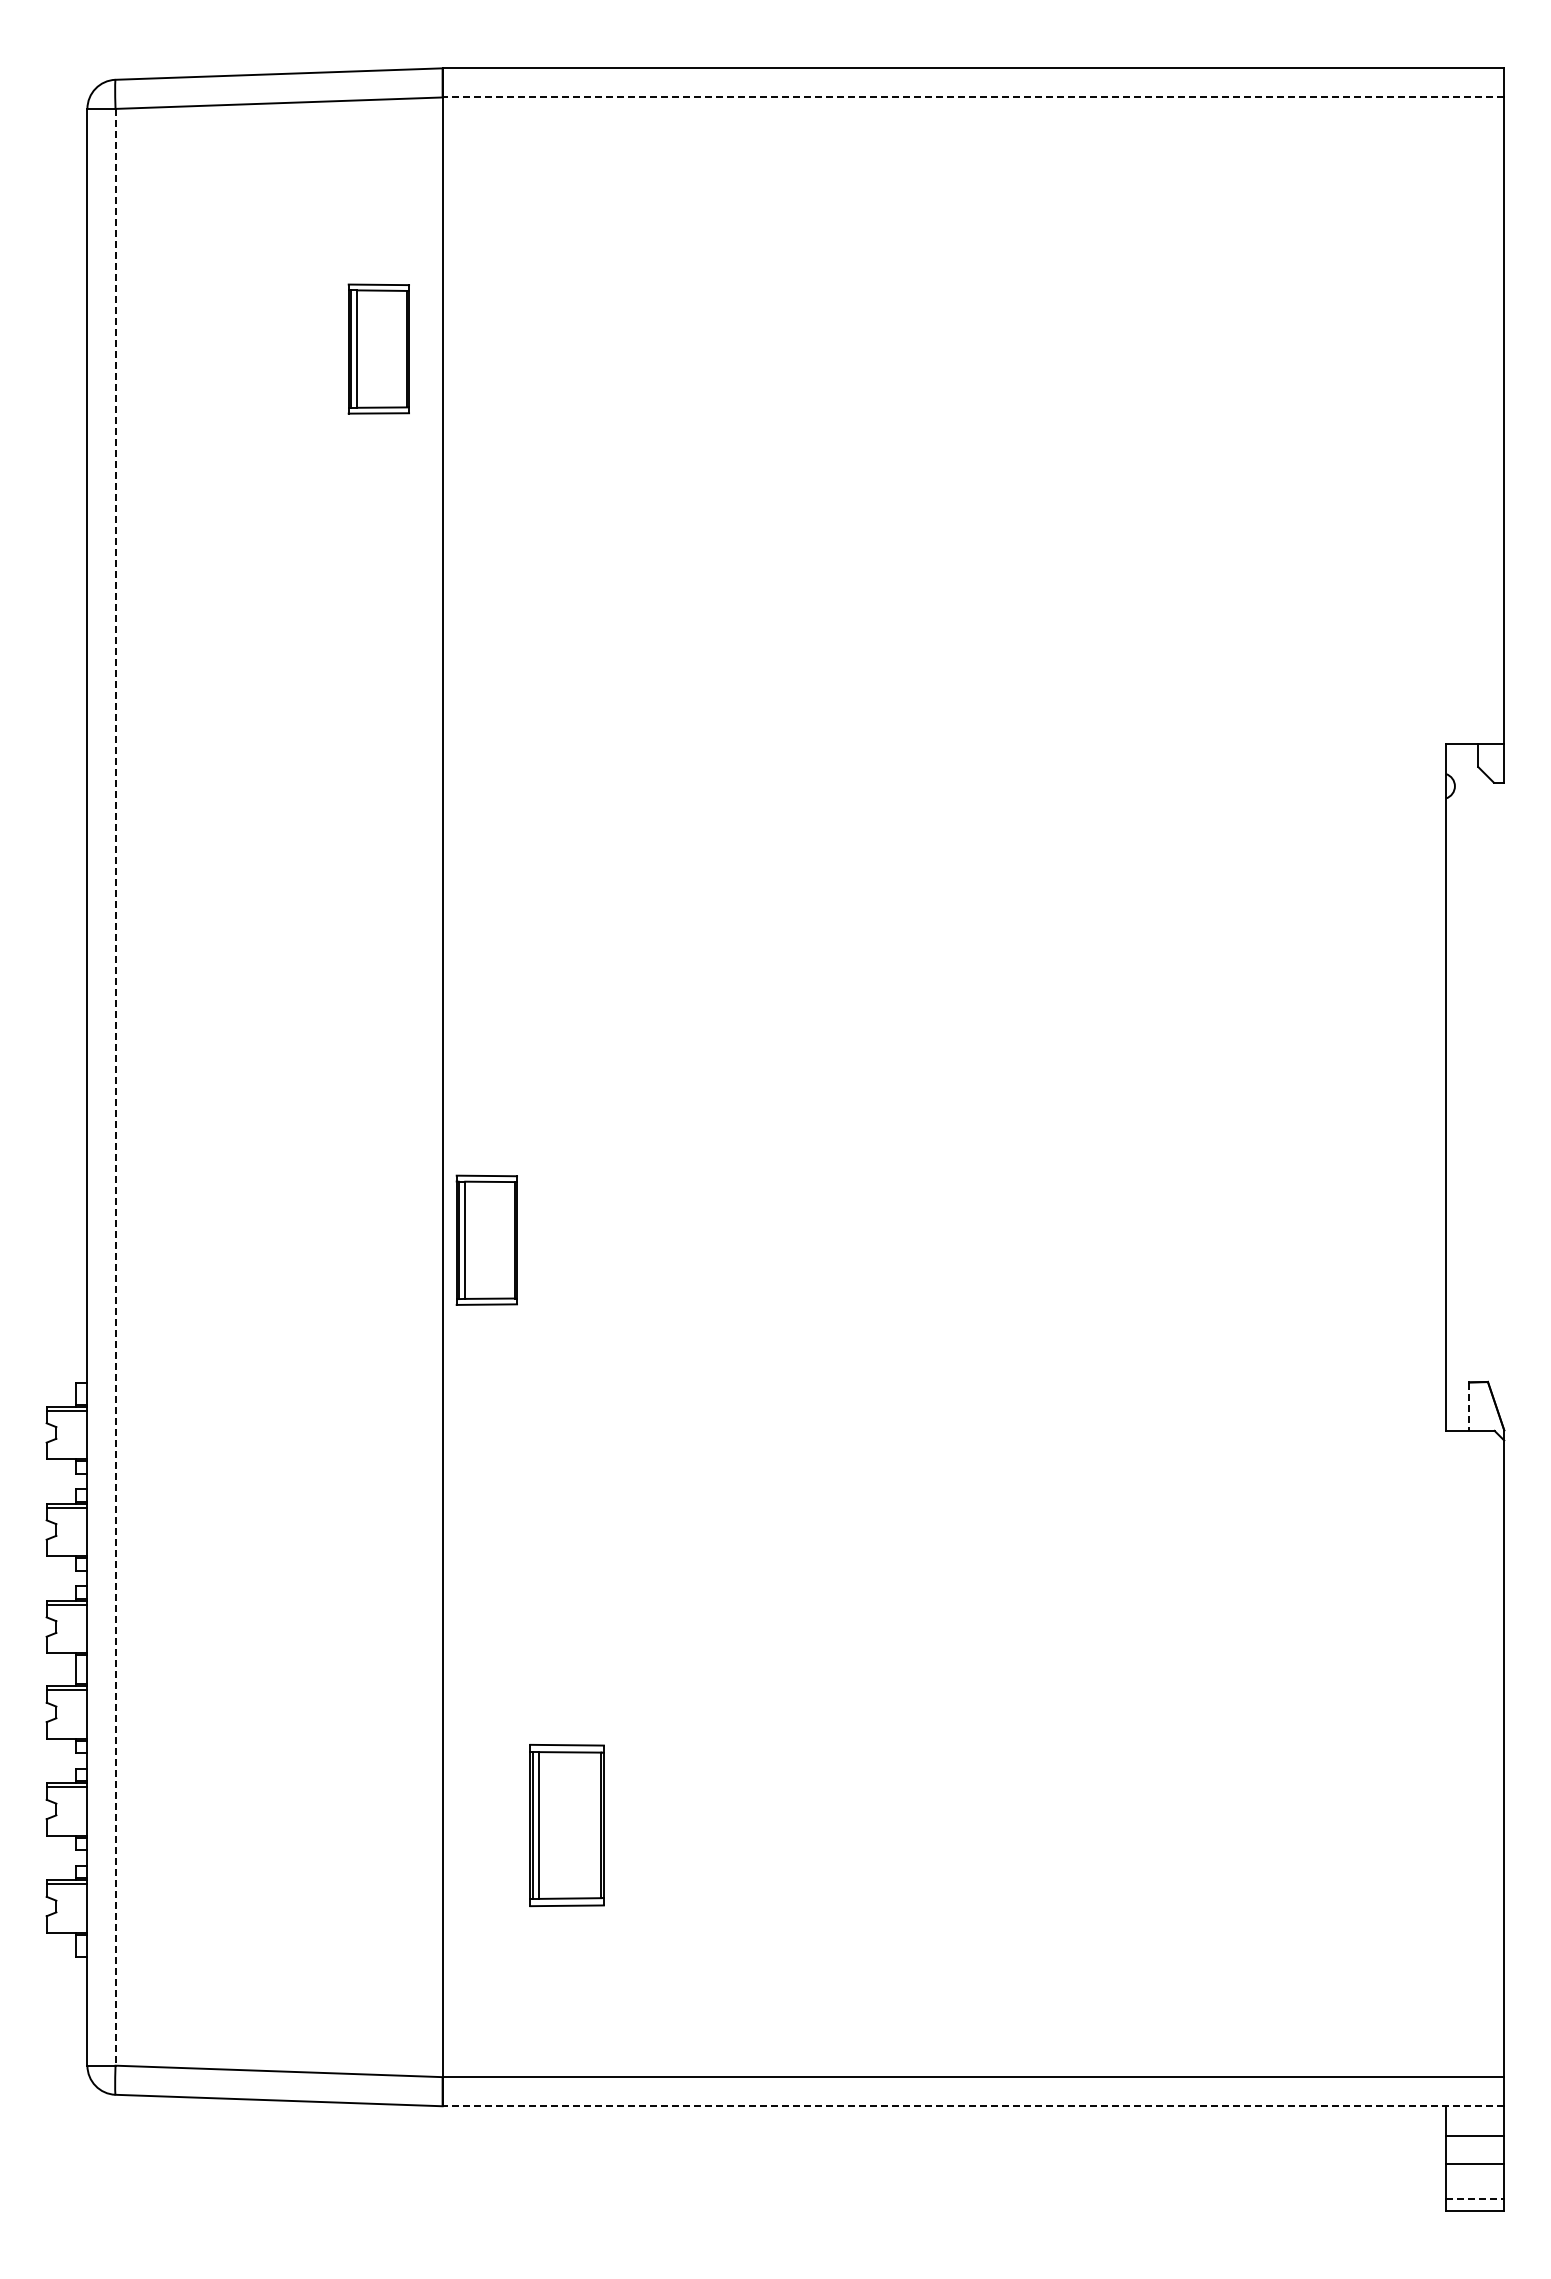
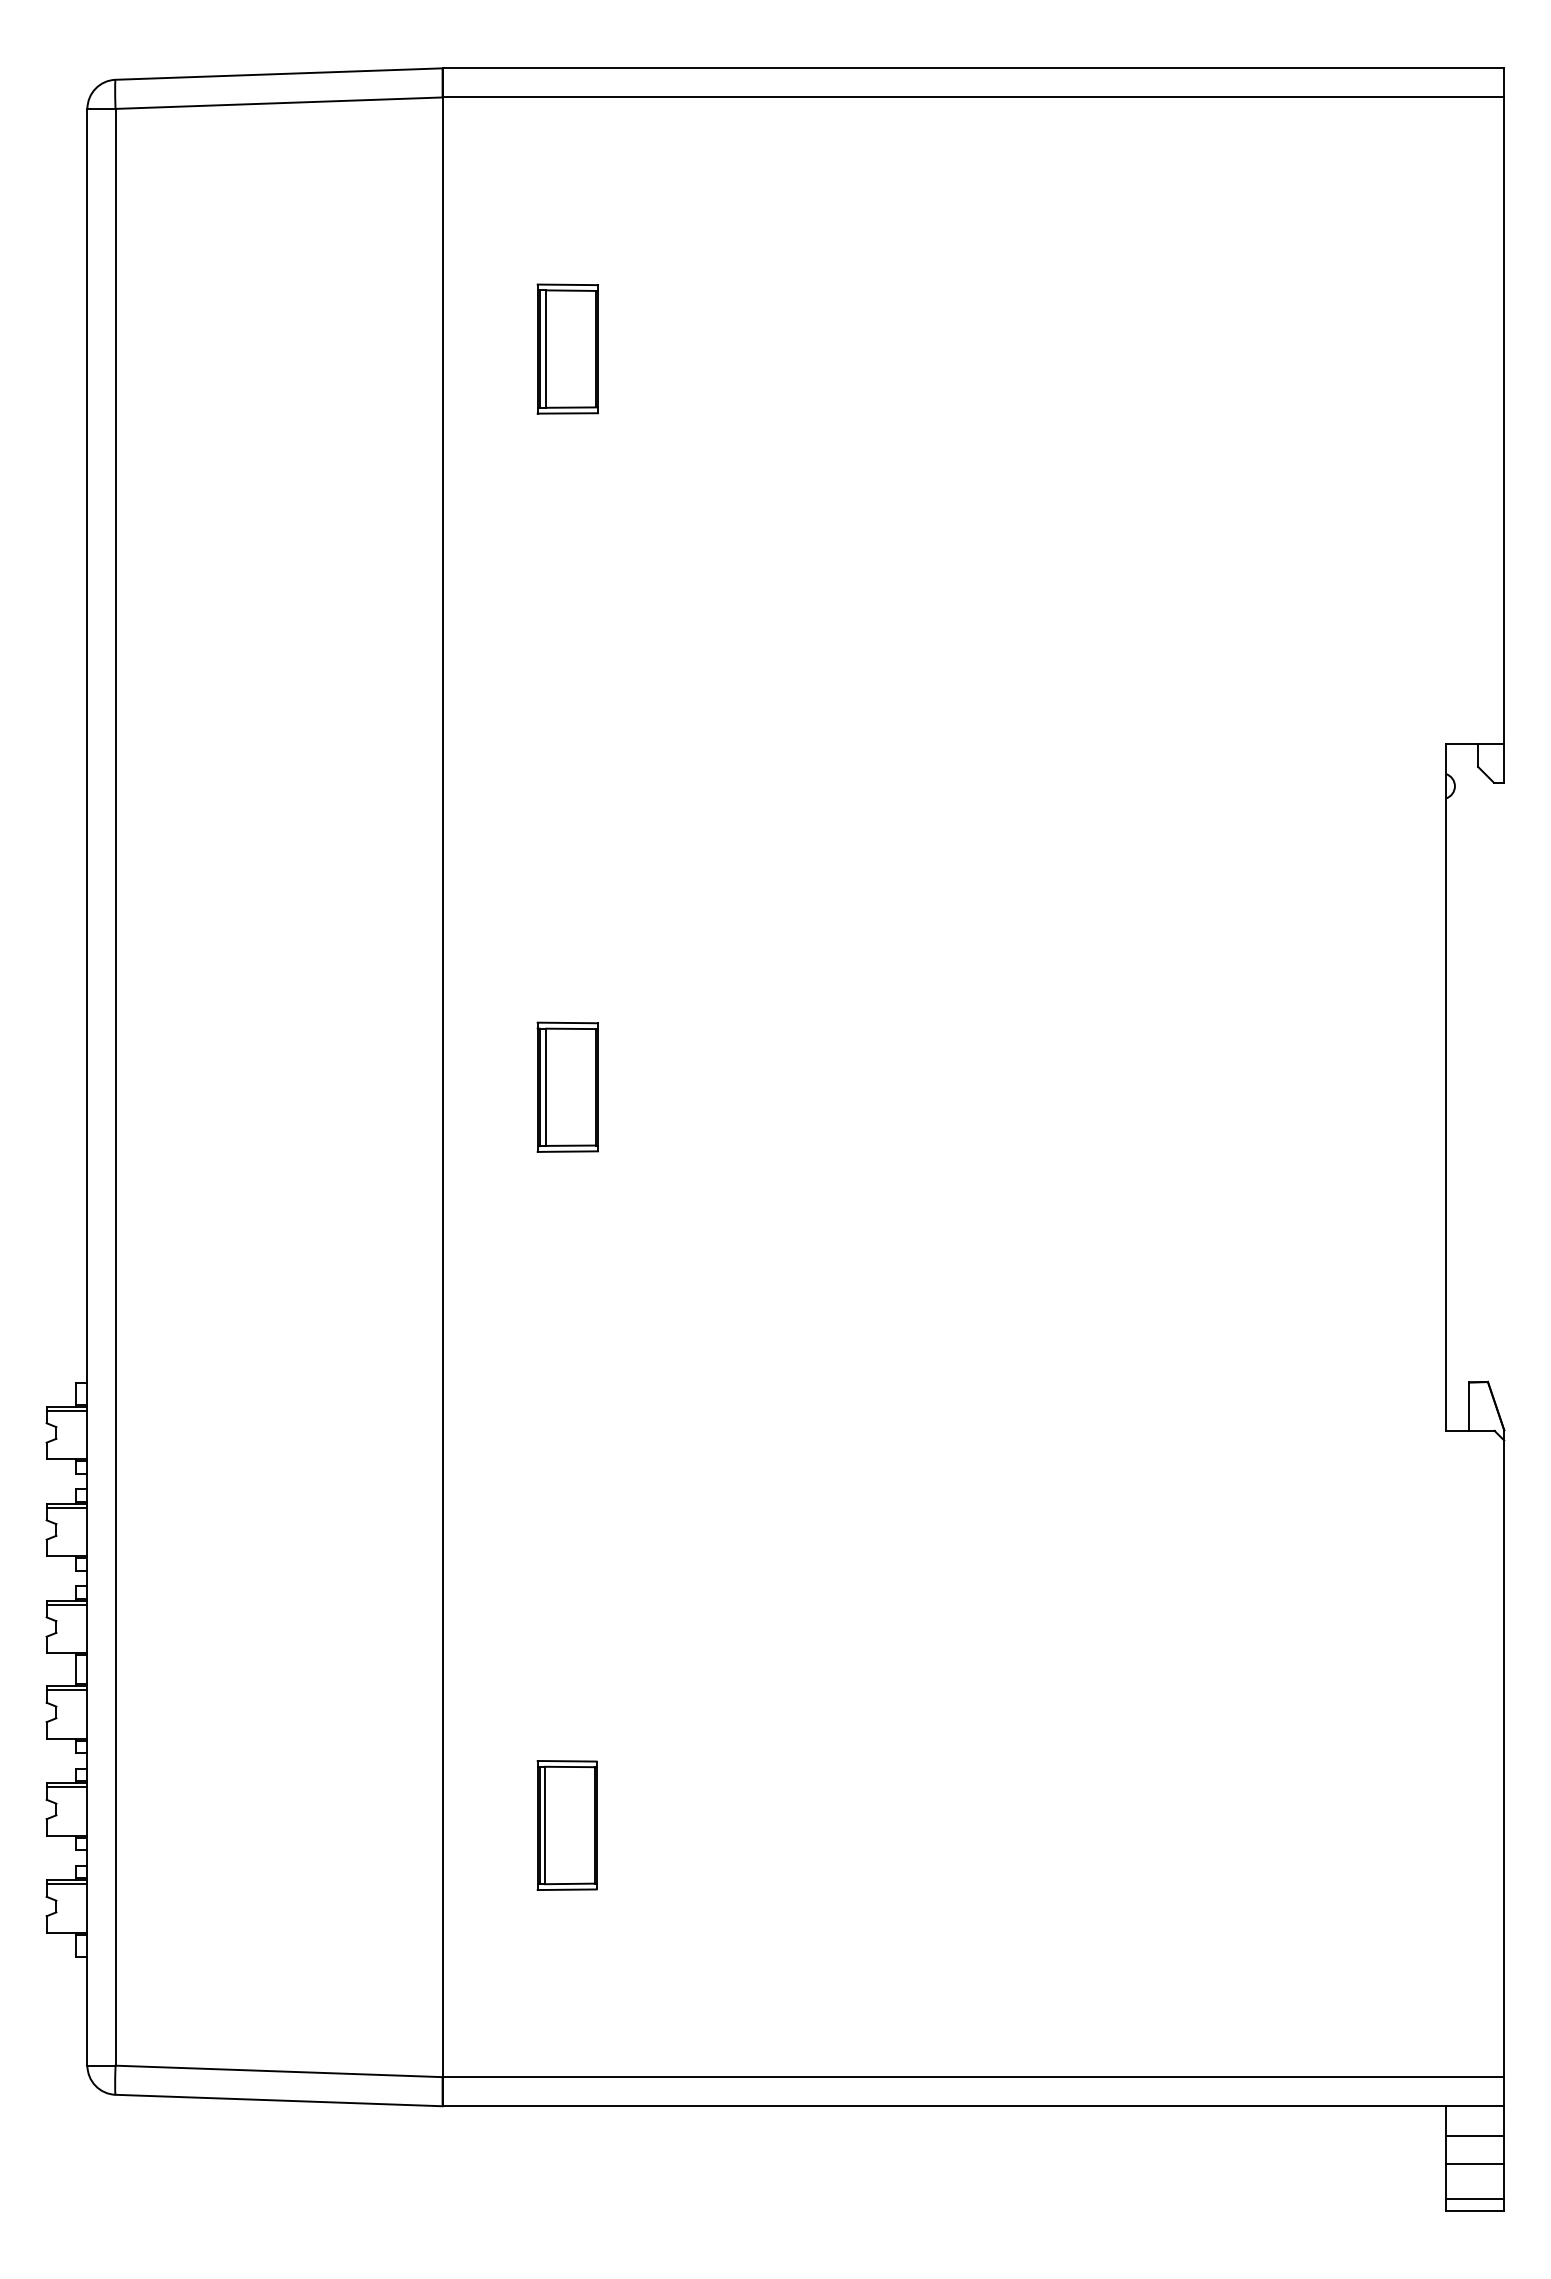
line at (973, 97): dashed -> solid
part at (378, 348) position: (378, 348) -> (567, 348)
line at (115, 1087): dashed -> solid
part at (486, 1239) position: (486, 1239) -> (567, 1086)
line at (1469, 1407): dashed -> solid
part at (566, 1825) size: 76x164 px -> 62x131 px
line at (973, 2106): dashed -> solid
line at (1475, 2199): dashed -> solid
